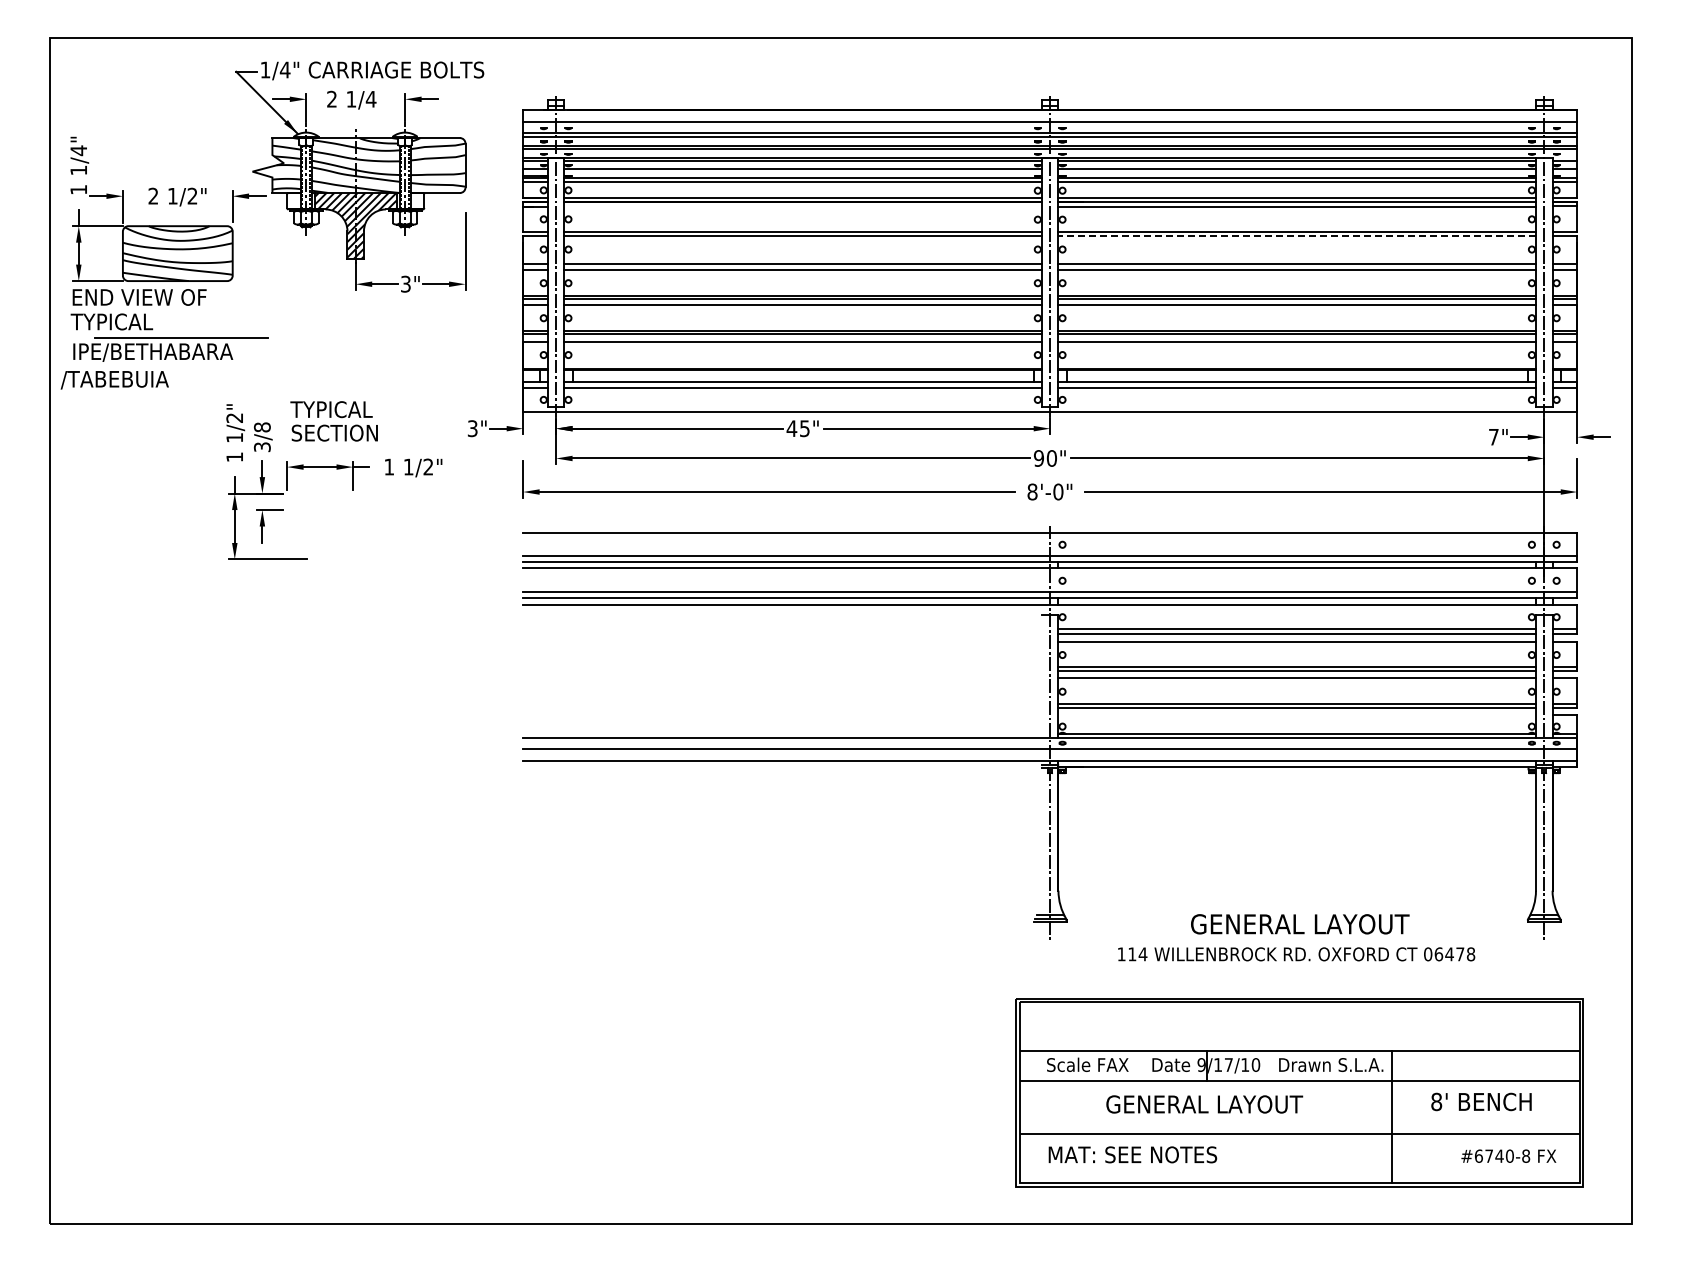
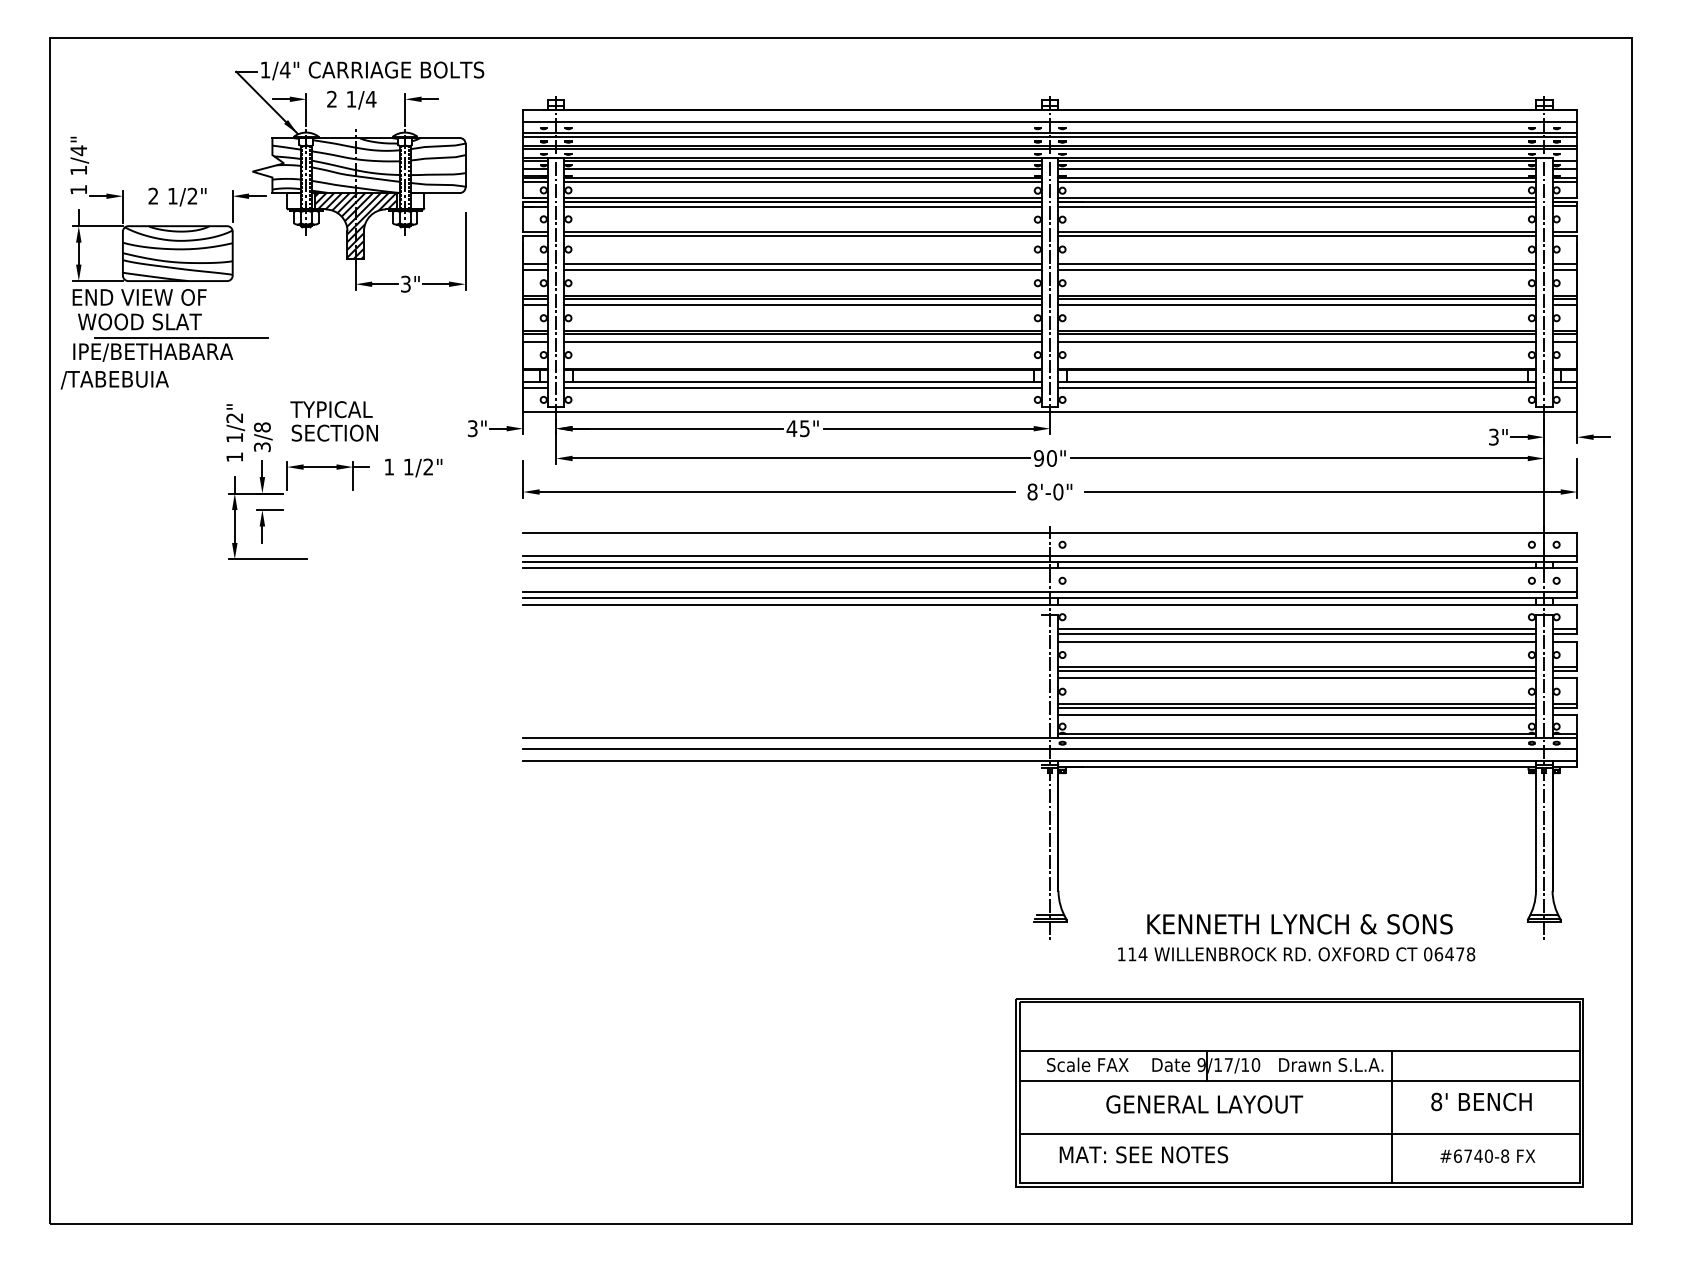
line at (802, 206): none -> present
line at (1297, 236): dashed -> solid
text at (135, 321): TYPICAL -> WOOD SLAT
text at (1493, 436): 7" -> 3"
line at (1297, 714): none -> present
text at (1299, 924): GENERAL LAYOUT -> KENNETH LYNCH & SONS
text at (1132, 1154) position: (1132, 1154) -> (1143, 1154)
text at (1508, 1155) position: (1508, 1155) -> (1487, 1155)
